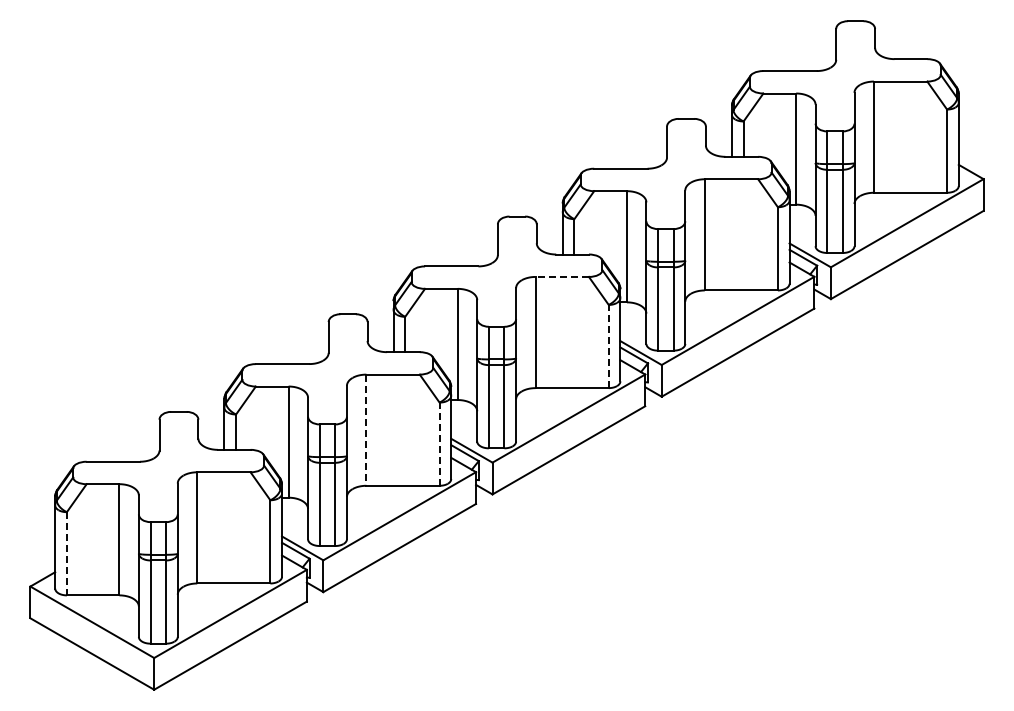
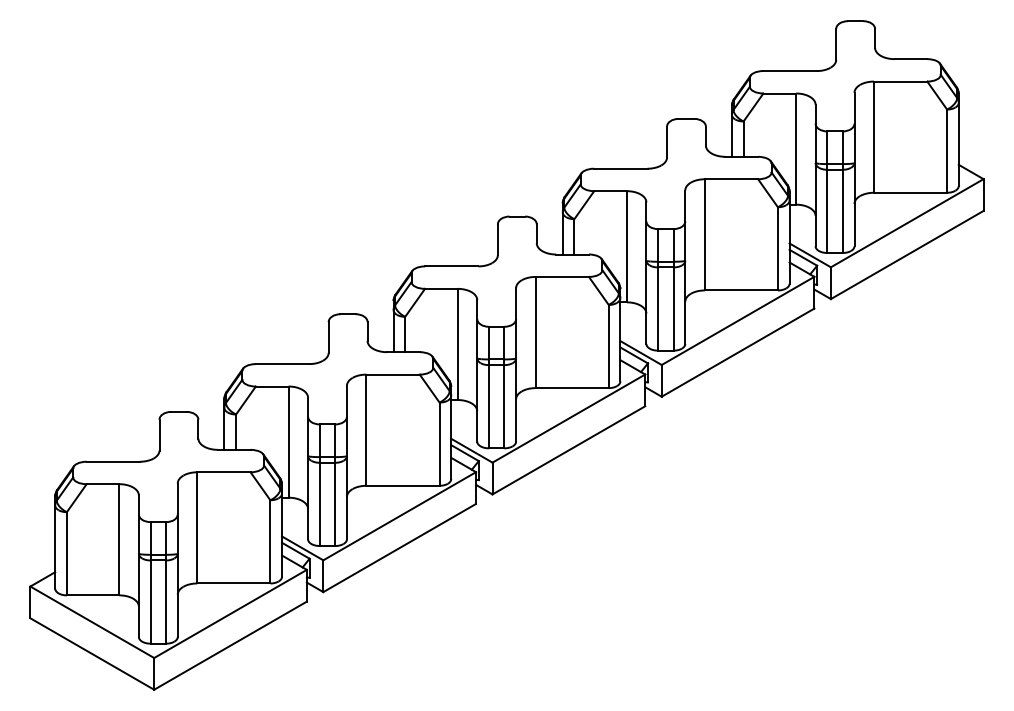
line at (562, 276): dashed -> solid
line at (608, 346): dashed -> solid
line at (366, 430): dashed -> solid
line at (439, 444): dashed -> solid
line at (66, 553): dashed -> solid
